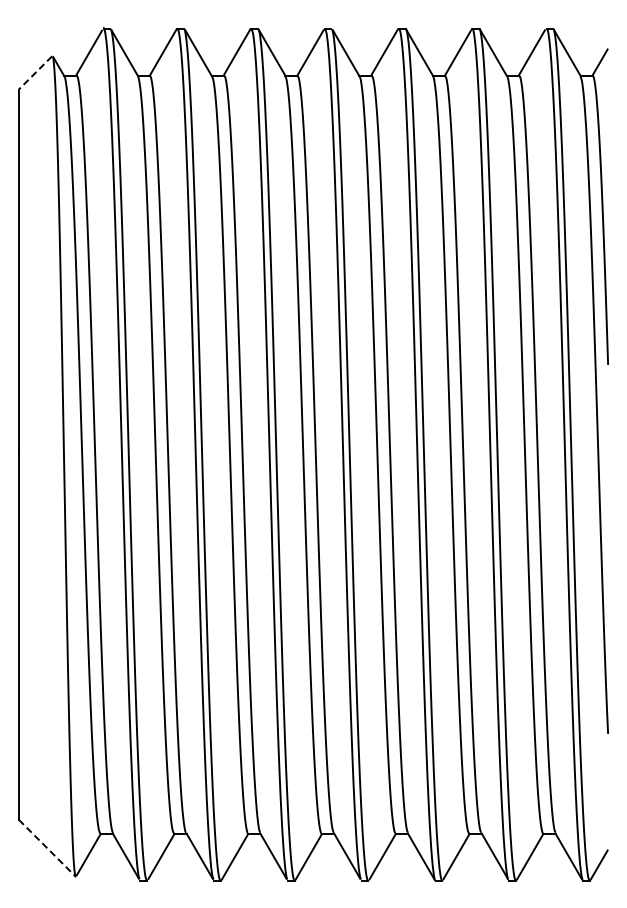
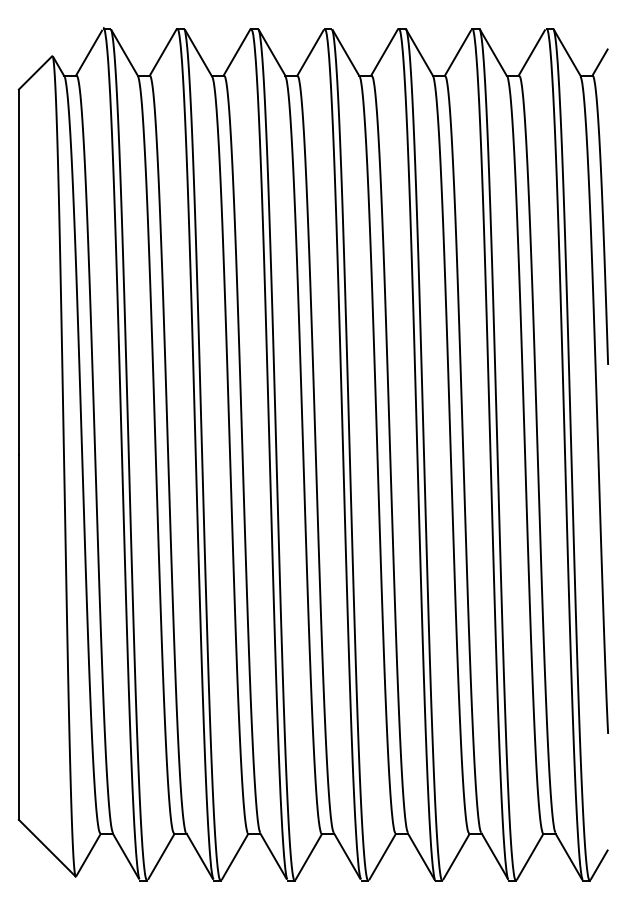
line at (35, 73): dashed -> solid
line at (47, 848): dashed -> solid
